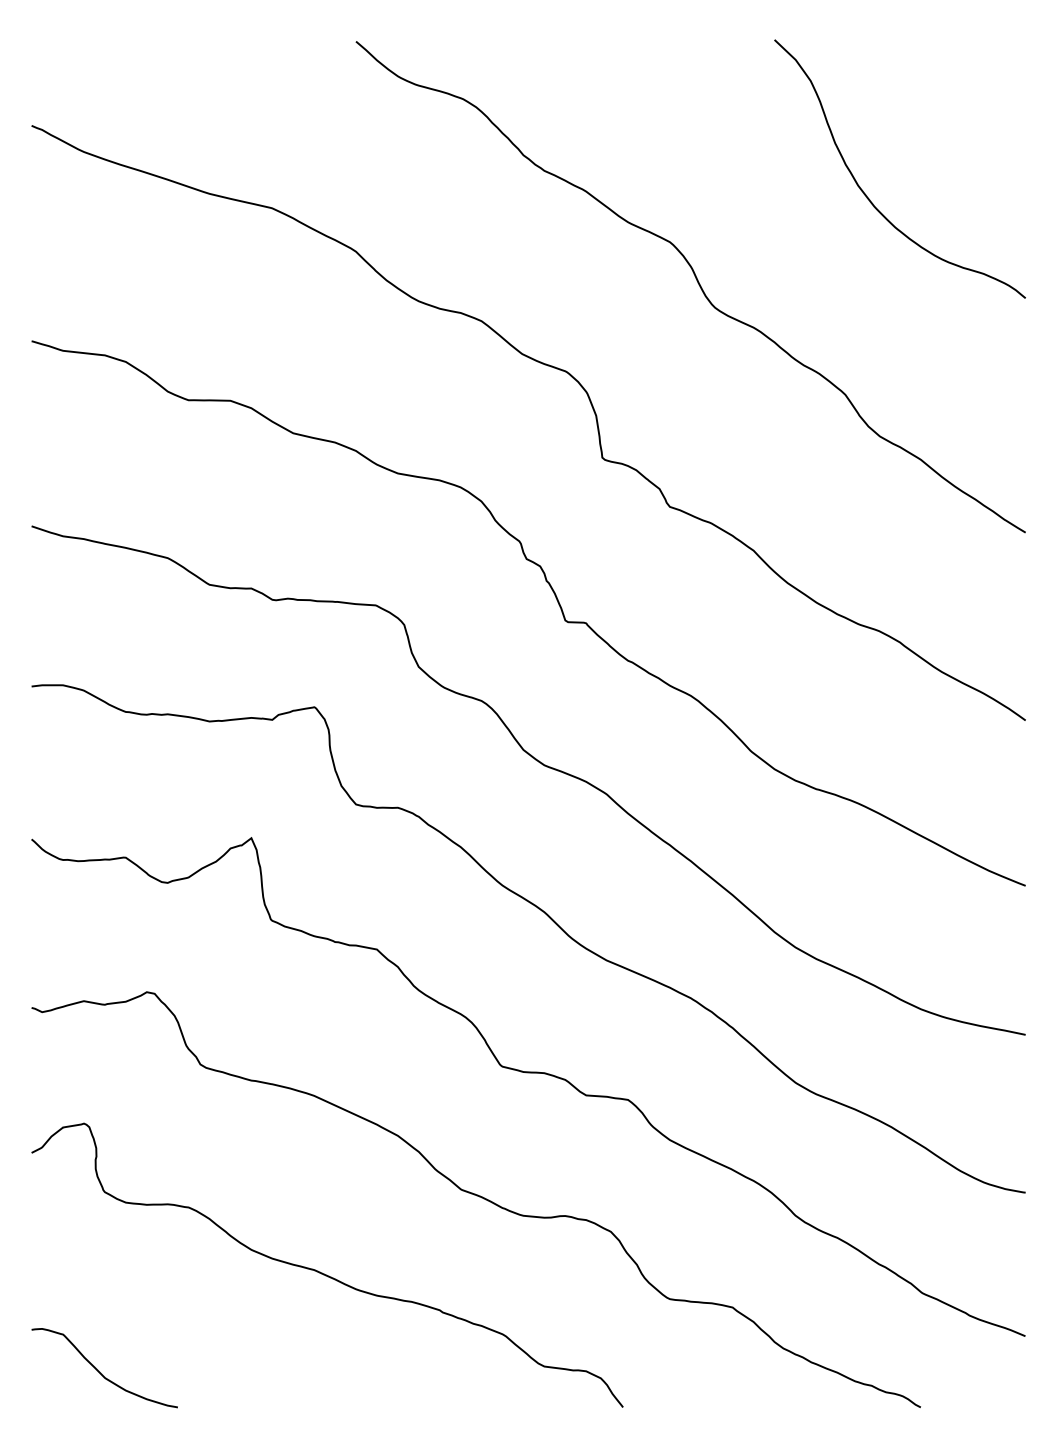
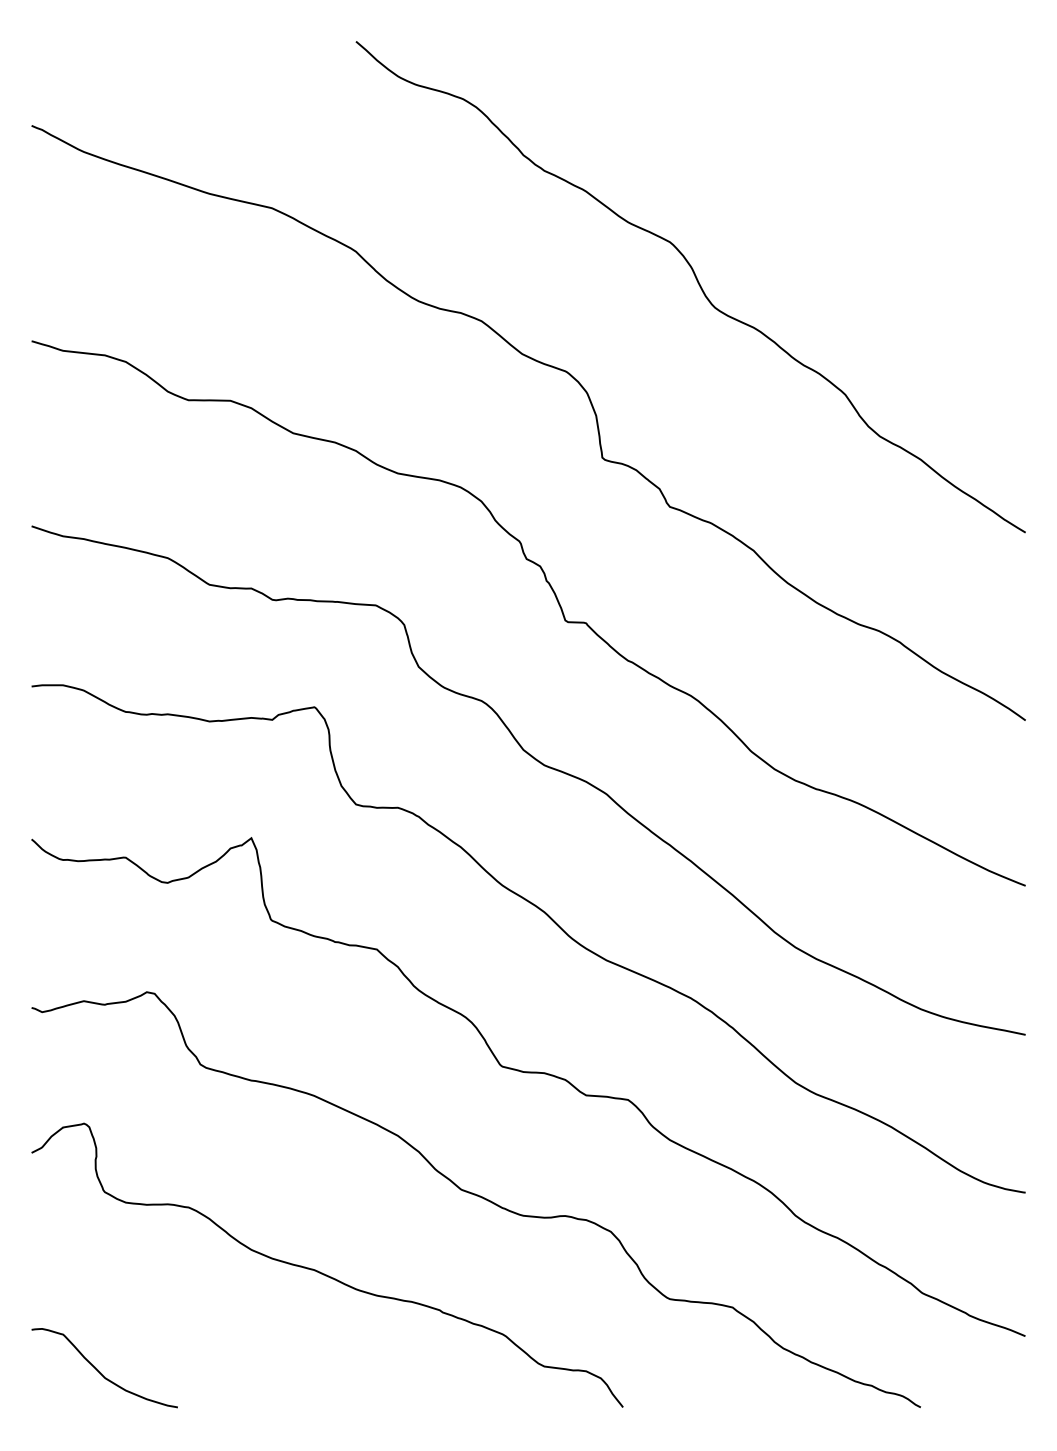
curve at (866, 194): present -> none
